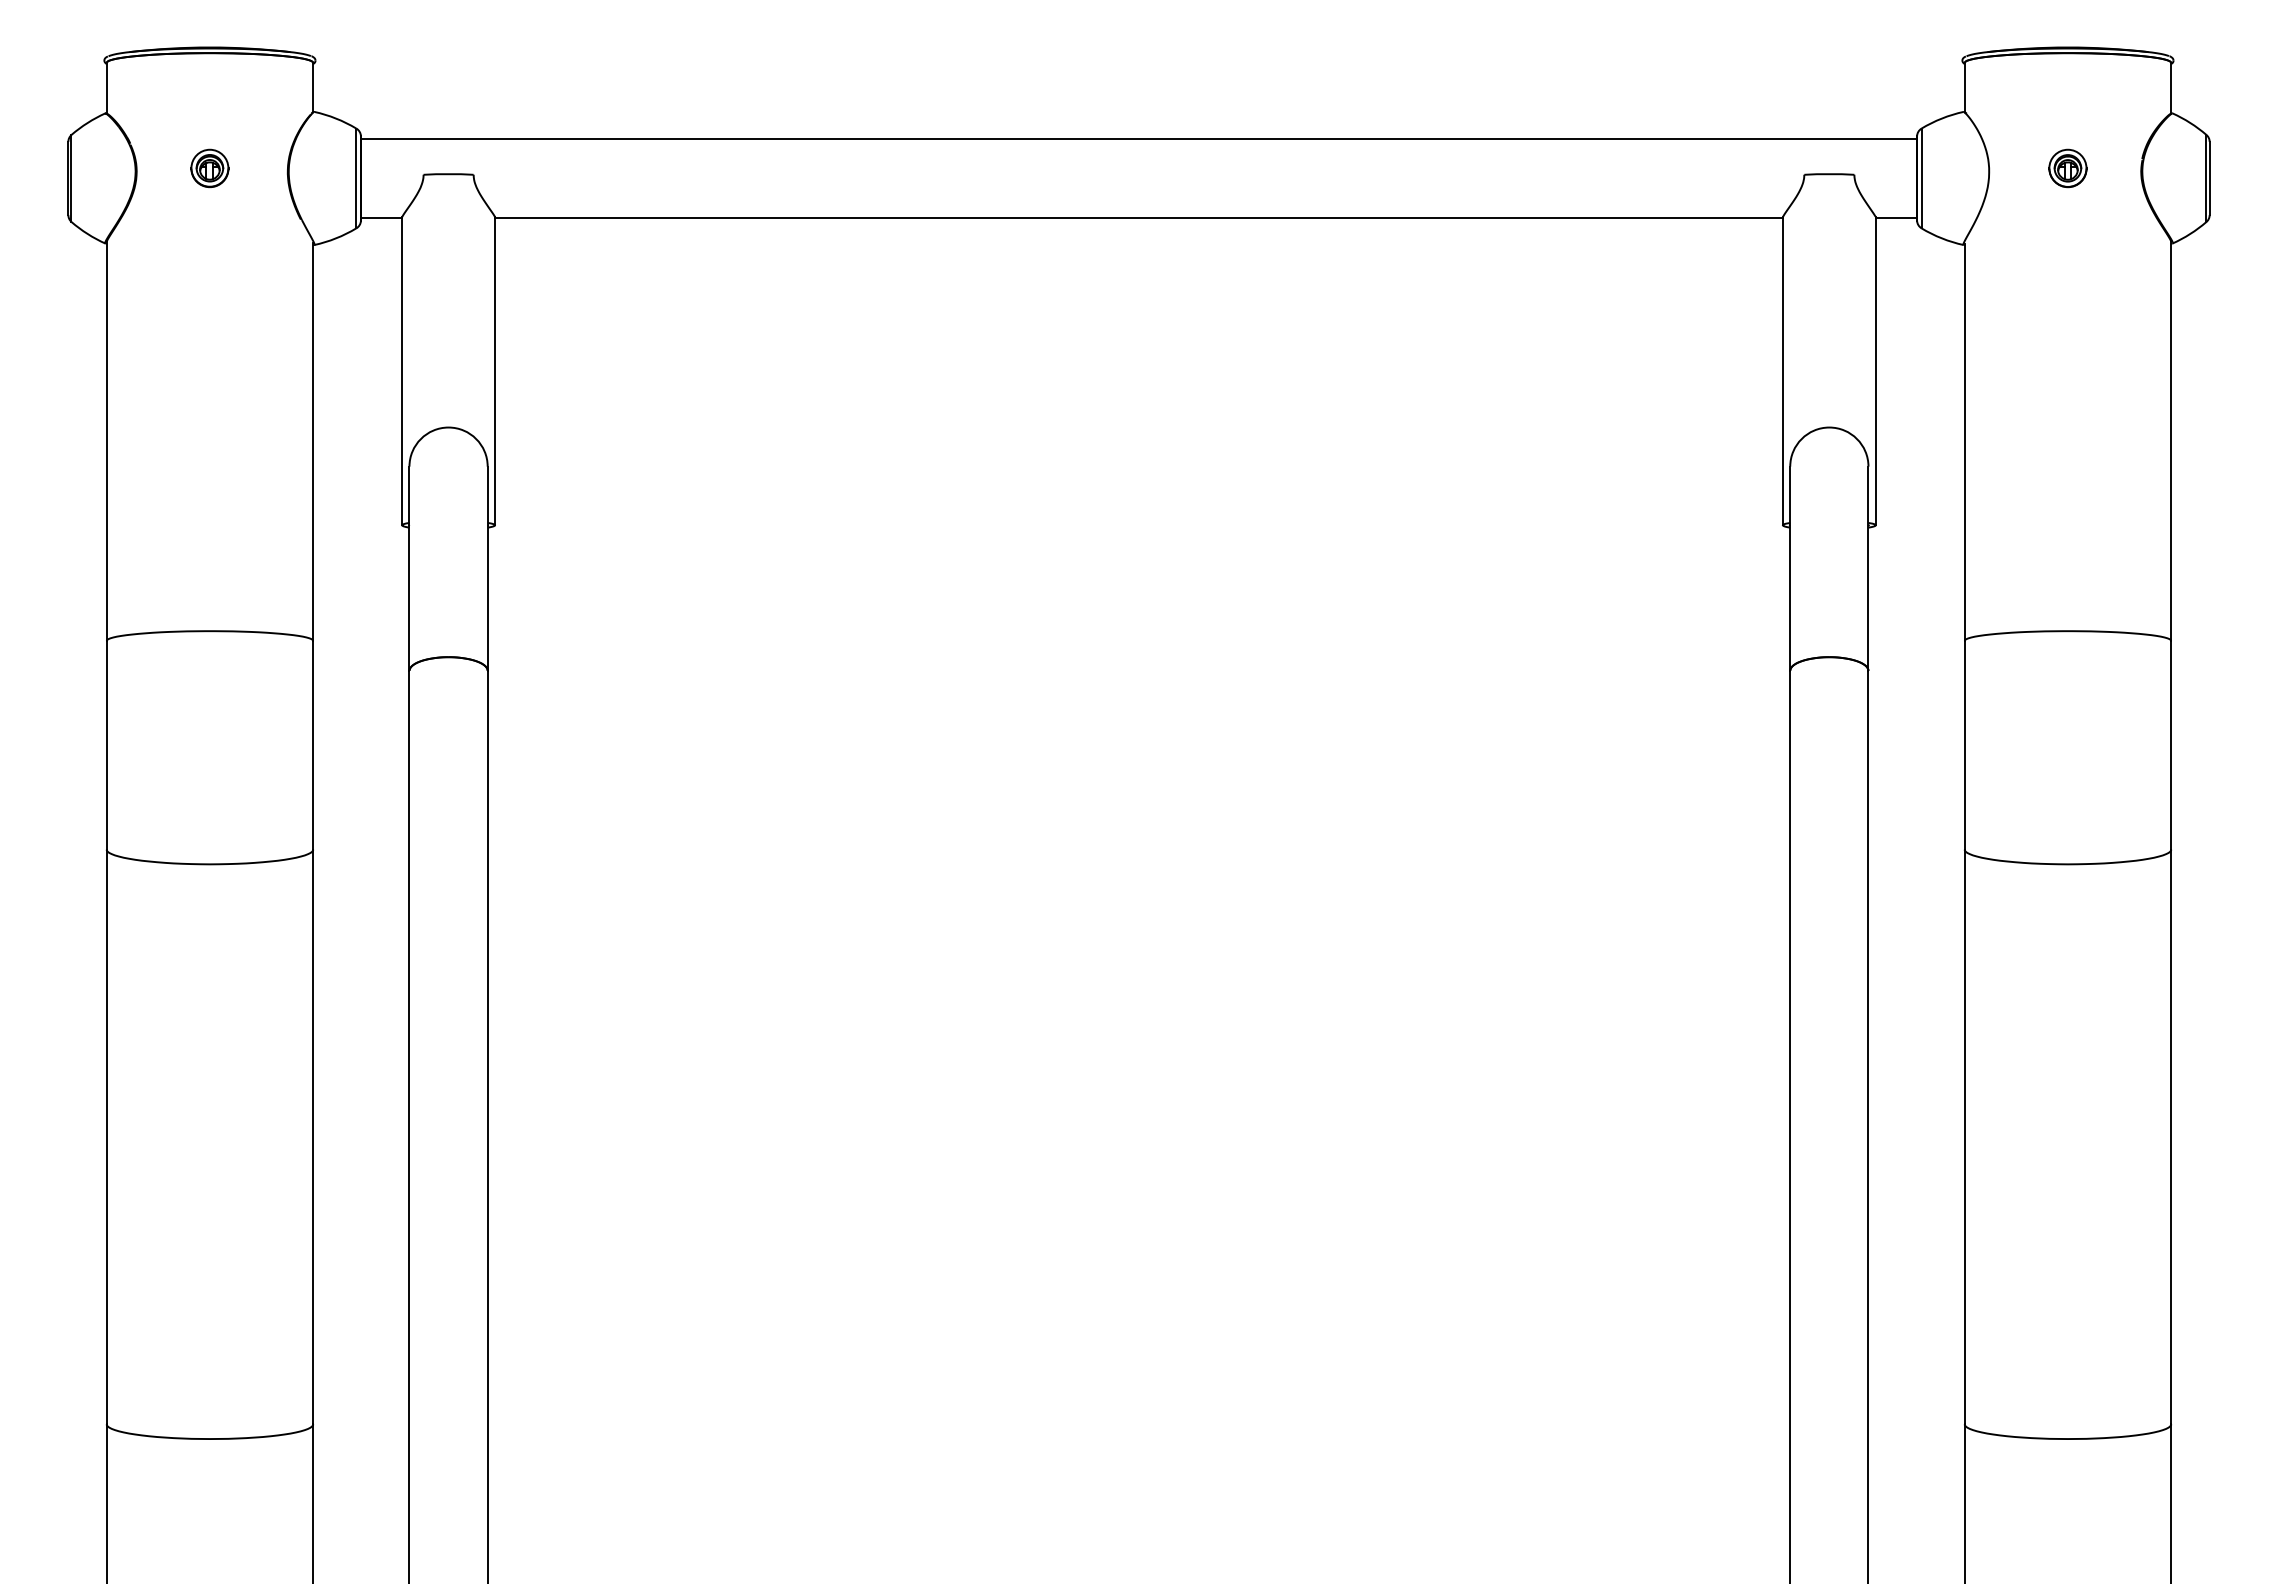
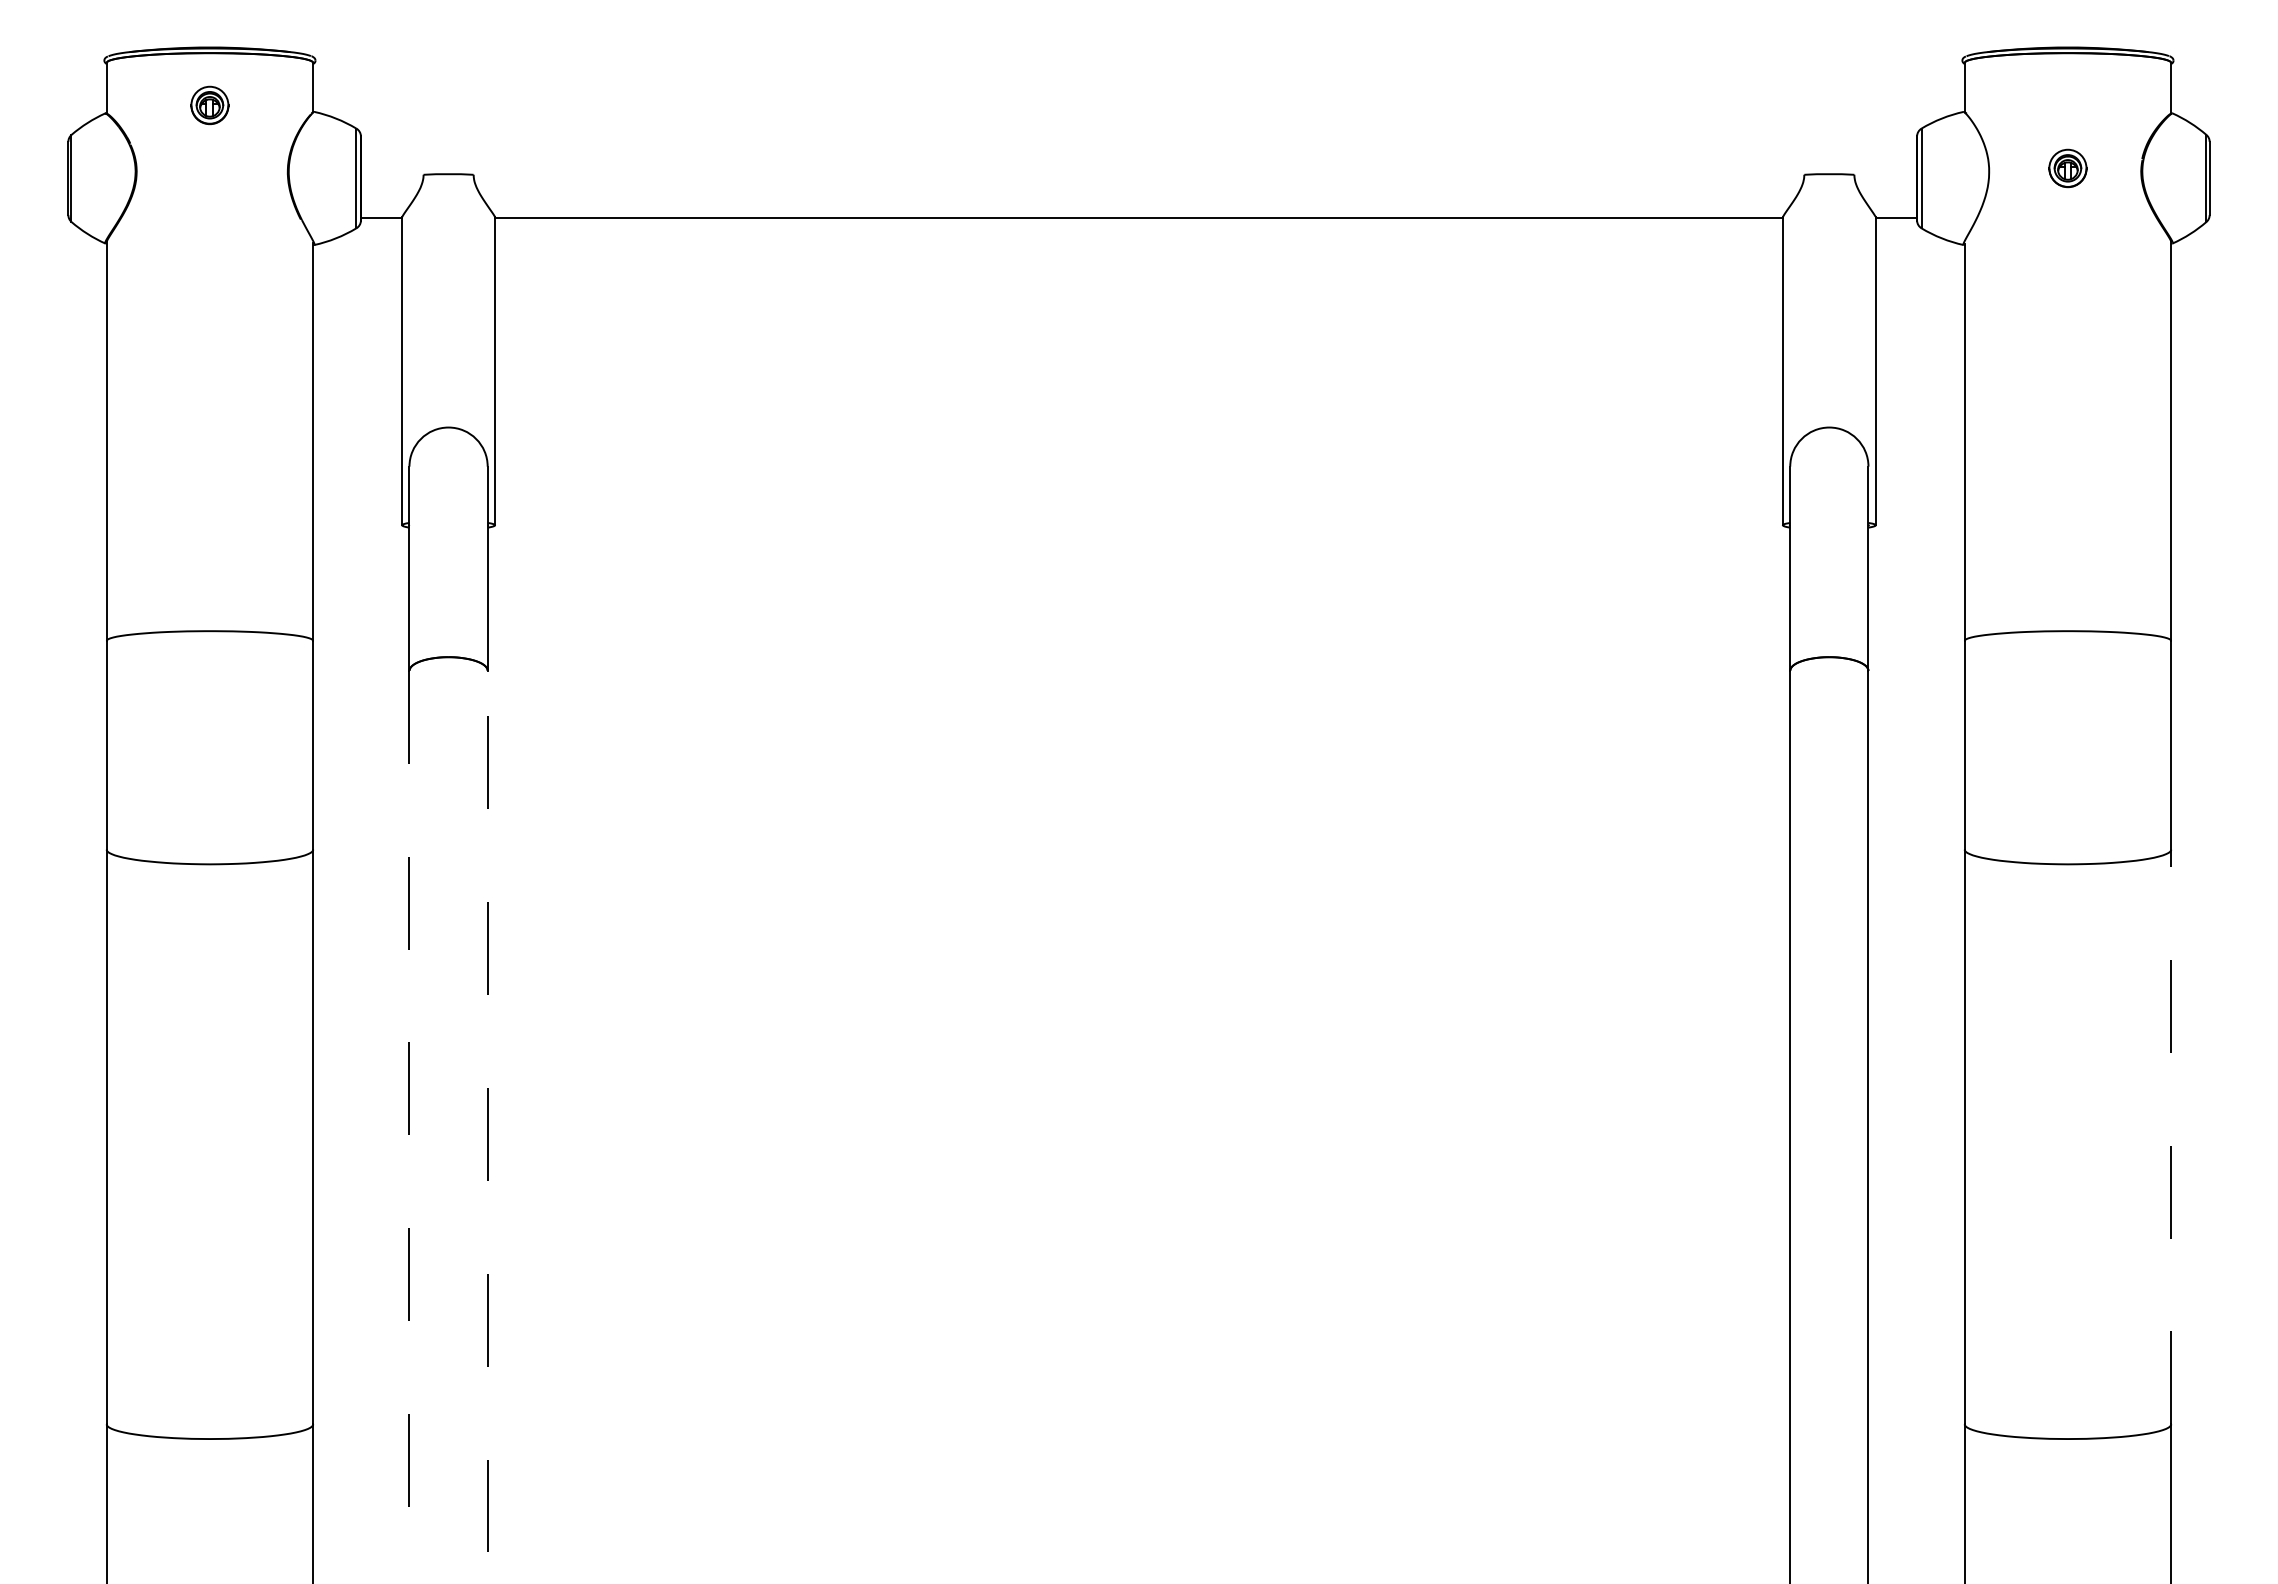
line at (1138, 139): present -> none
part at (209, 168) position: (209, 168) -> (209, 105)
line at (487, 1126): solid -> dashed
line at (409, 1127): solid -> dashed
line at (2171, 1136): solid -> dashed
